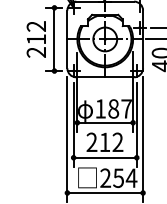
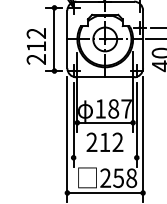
text at (35, 39) position: (35, 39) -> (35, 46)
line at (105, 157): present -> none
text at (131, 178): 254 -> 258
